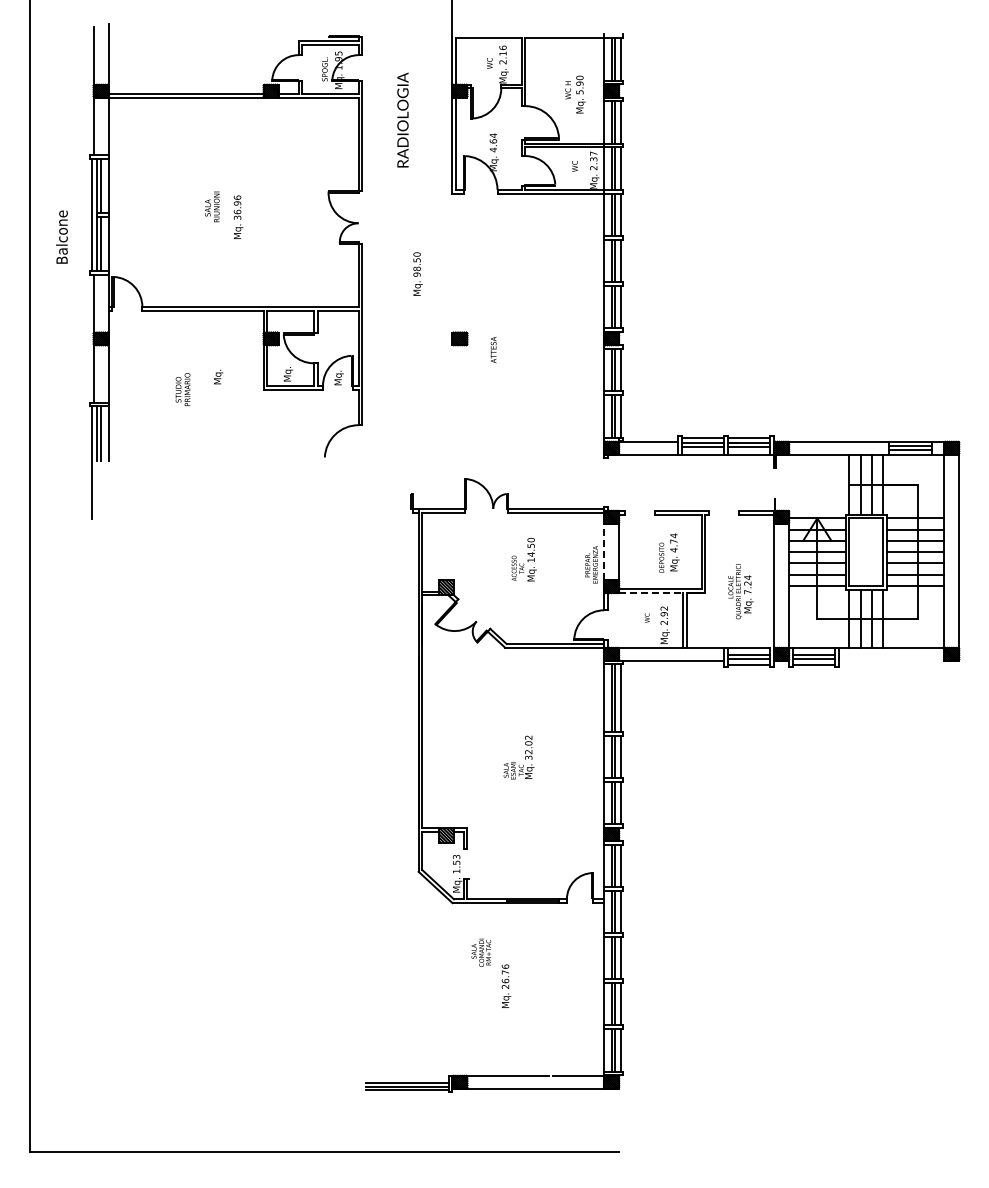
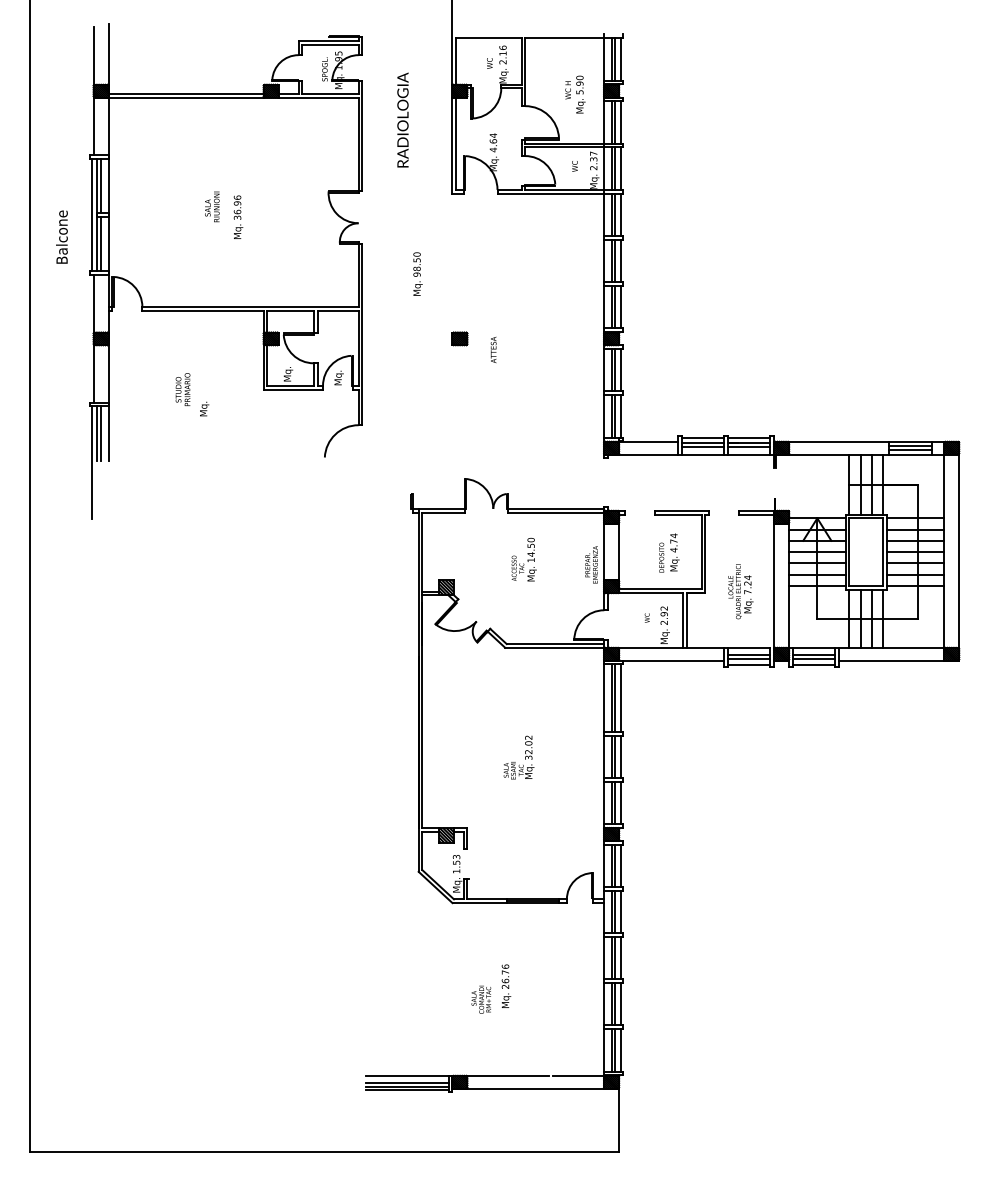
text at (218, 376) position: (218, 376) -> (204, 408)
line at (604, 551): dashed -> solid
line at (651, 593): dashed -> solid
line at (899, 660): none -> present
text at (481, 952) position: (481, 952) -> (481, 999)
line at (407, 1075): none -> present
line at (619, 1120): none -> present
